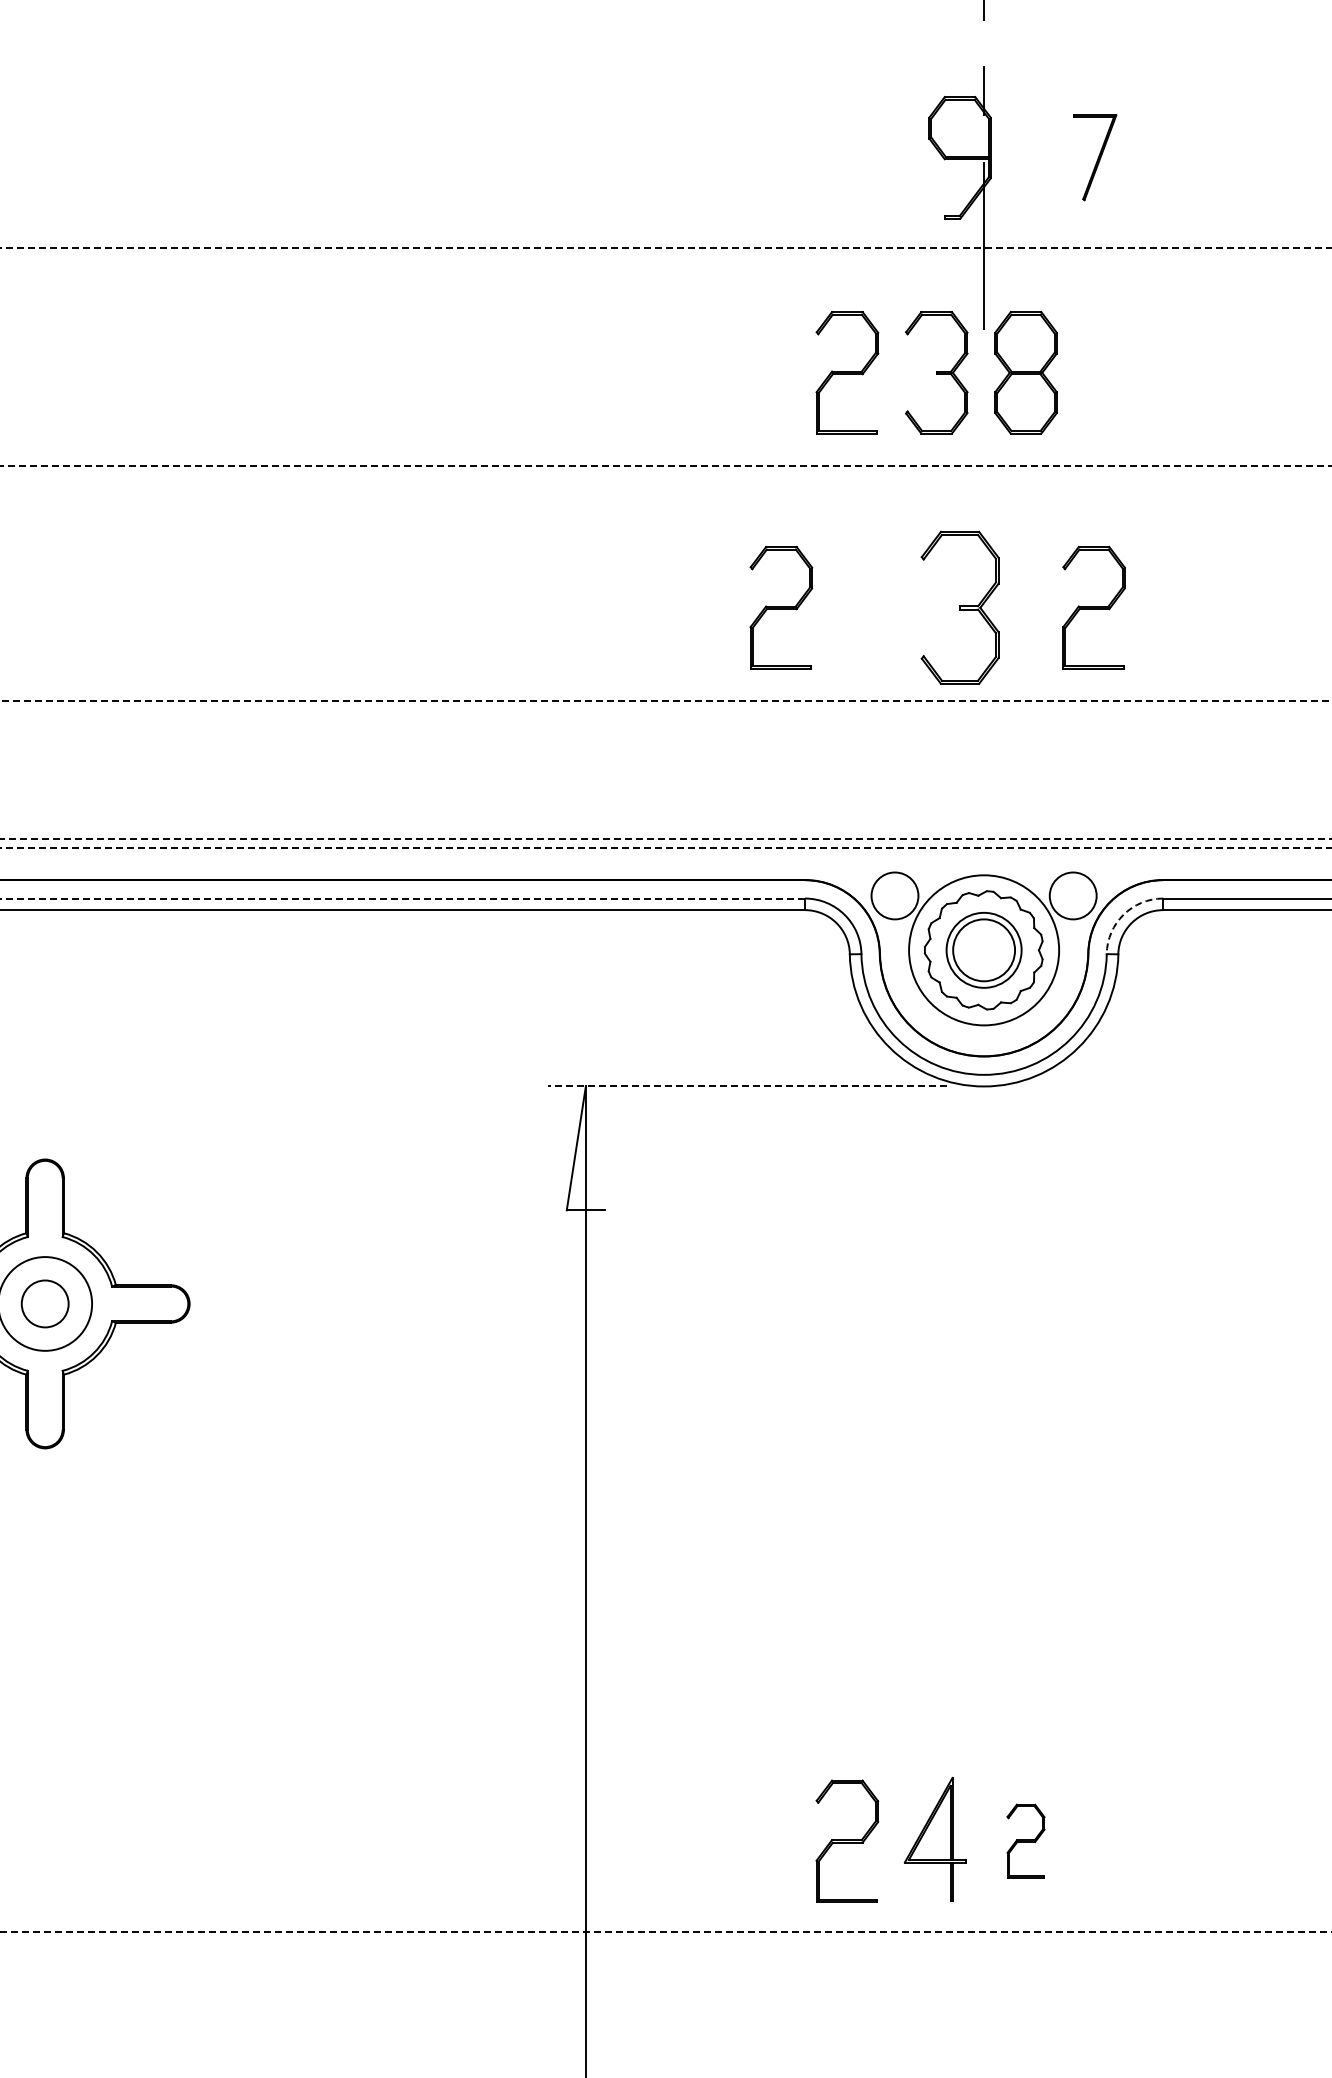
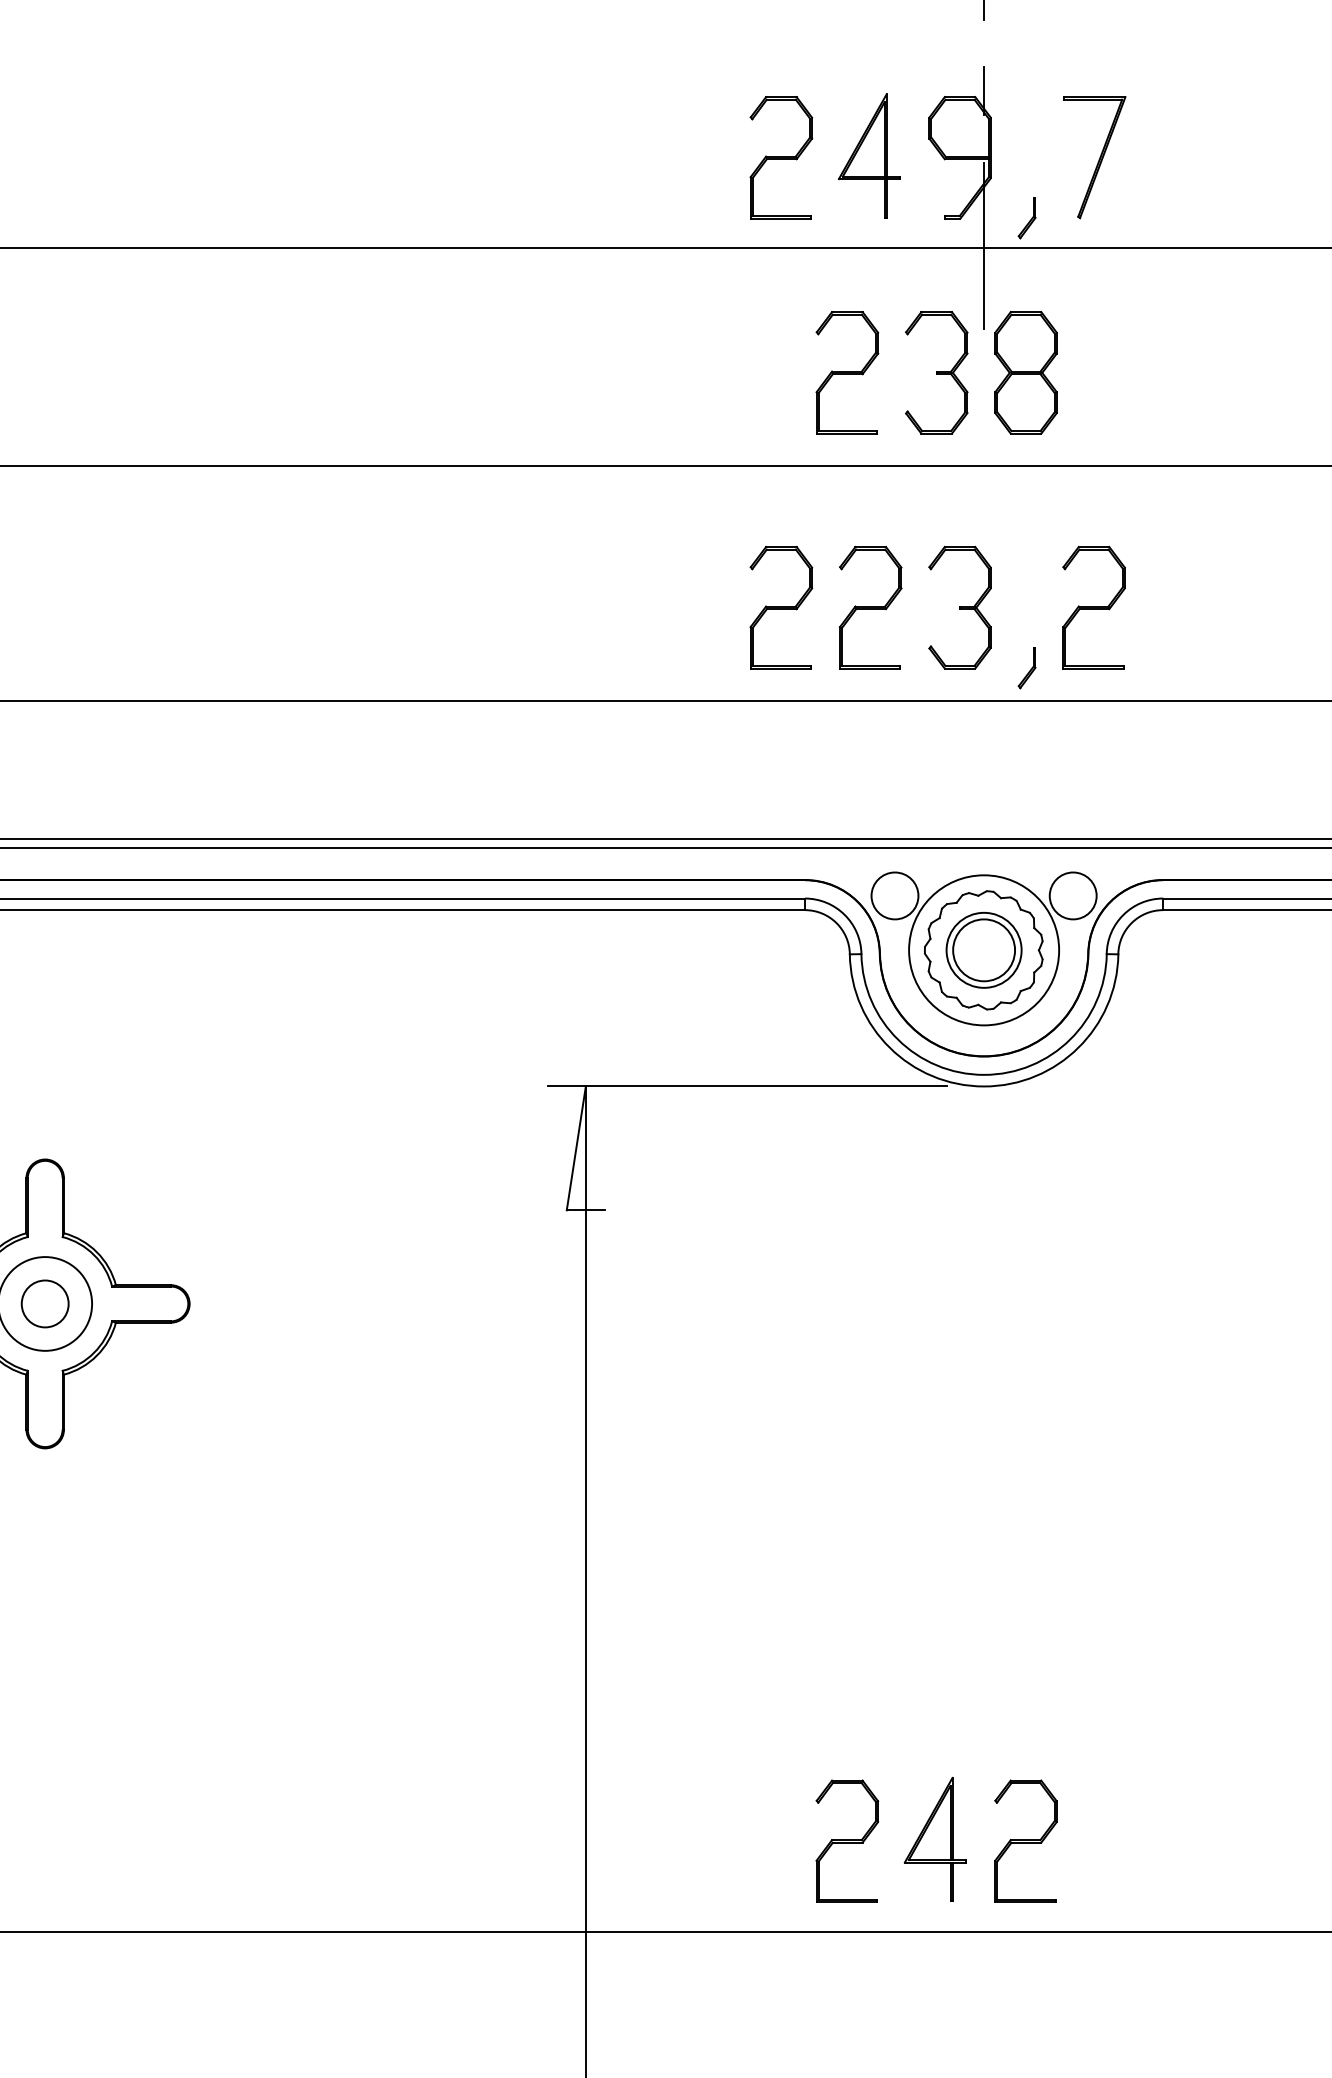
part at (868, 155): none -> present
part at (781, 157): none -> present
part at (1095, 157) size: 45x88 px -> 64x124 px
part at (1026, 218): none -> present
line at (666, 248): dashed -> solid
line at (666, 465): dashed -> solid
part at (870, 607): none -> present
part at (959, 607) size: 80x155 px -> 64x125 px
part at (1026, 668): none -> present
line at (666, 700): dashed -> solid
line at (666, 838): dashed -> solid
line at (665, 848): dashed -> solid
line at (402, 898): dashed -> solid
arc at (1123, 914): dashed -> solid
line at (746, 1086): dashed -> solid
part at (1025, 1840) size: 40x76 px -> 64x124 px
line at (666, 1931): dashed -> solid
